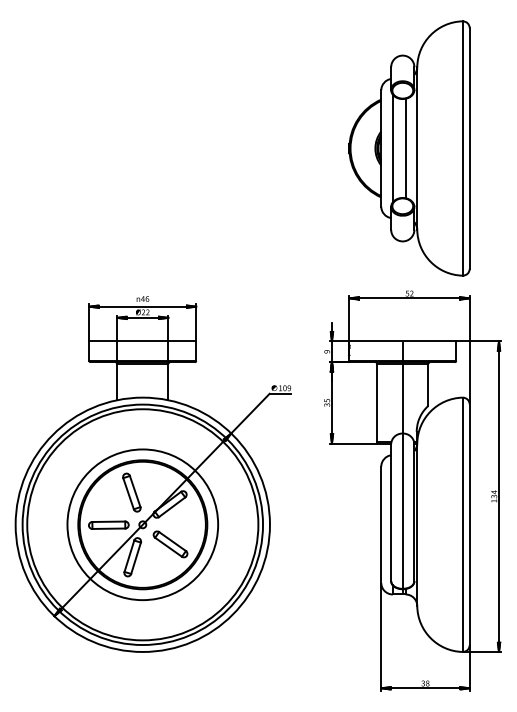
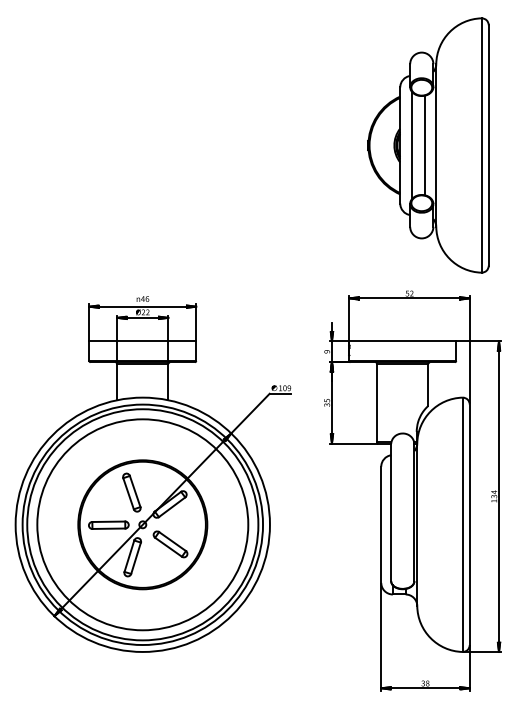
part at (409, 148) position: (409, 148) -> (428, 145)
line at (402, 467): present -> none
circle at (142, 524) diameter: 151 px -> 211 px
